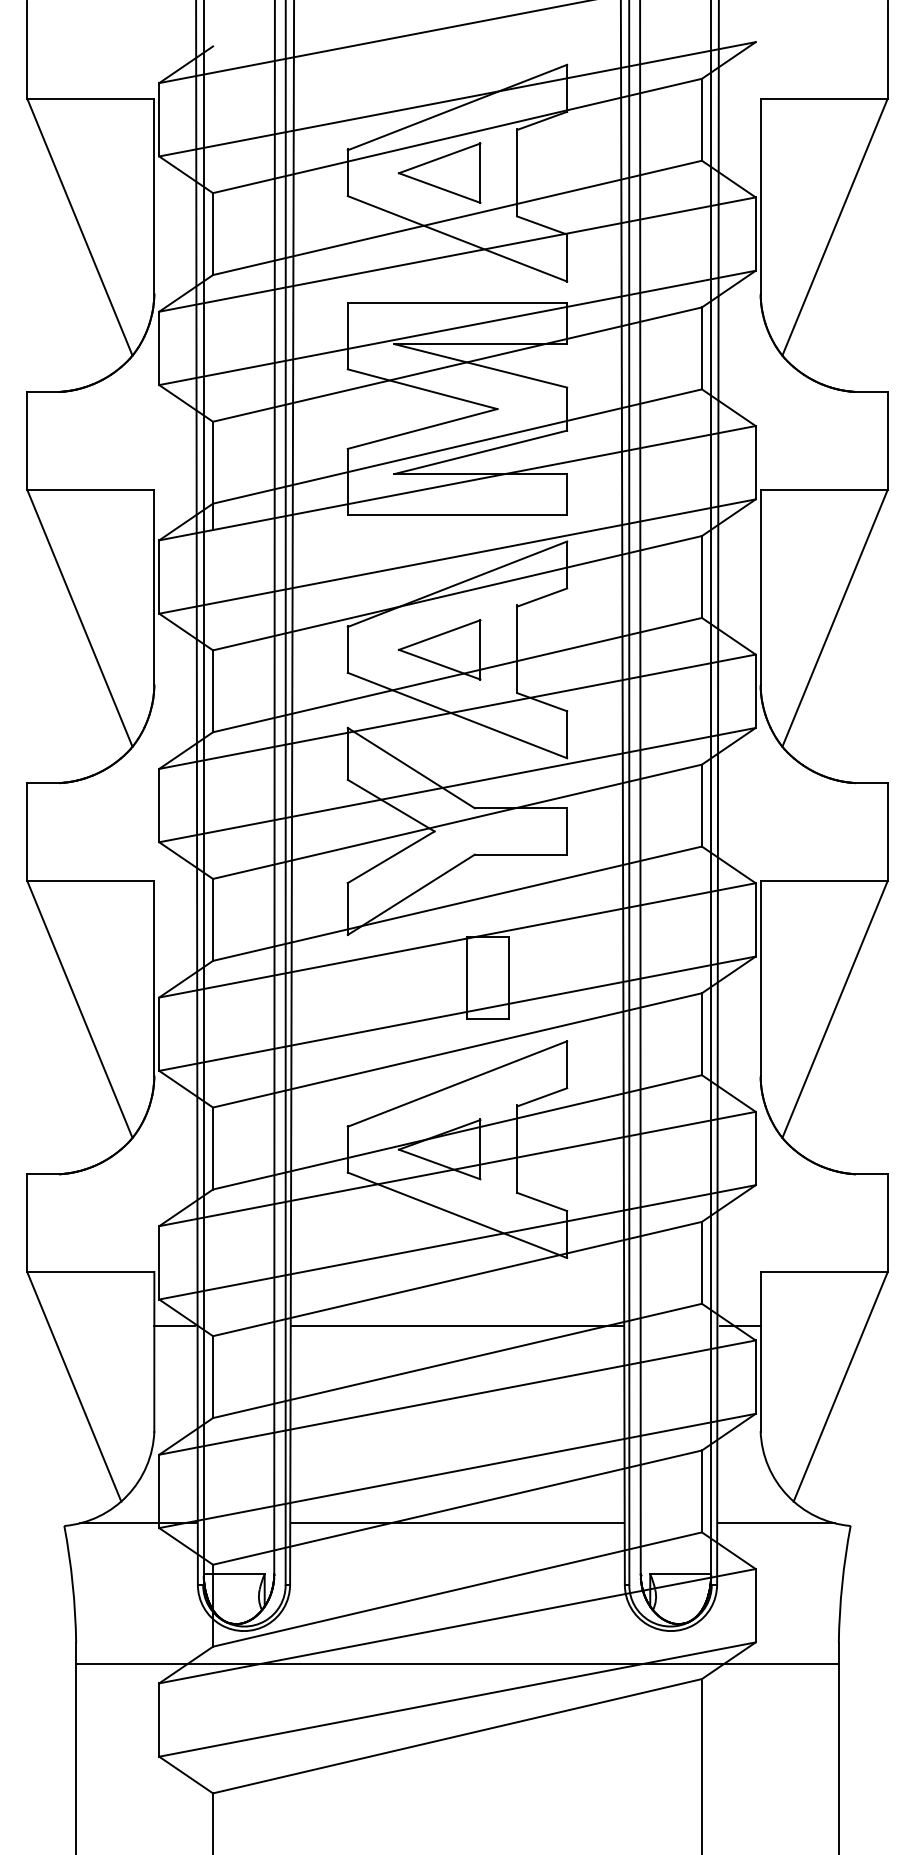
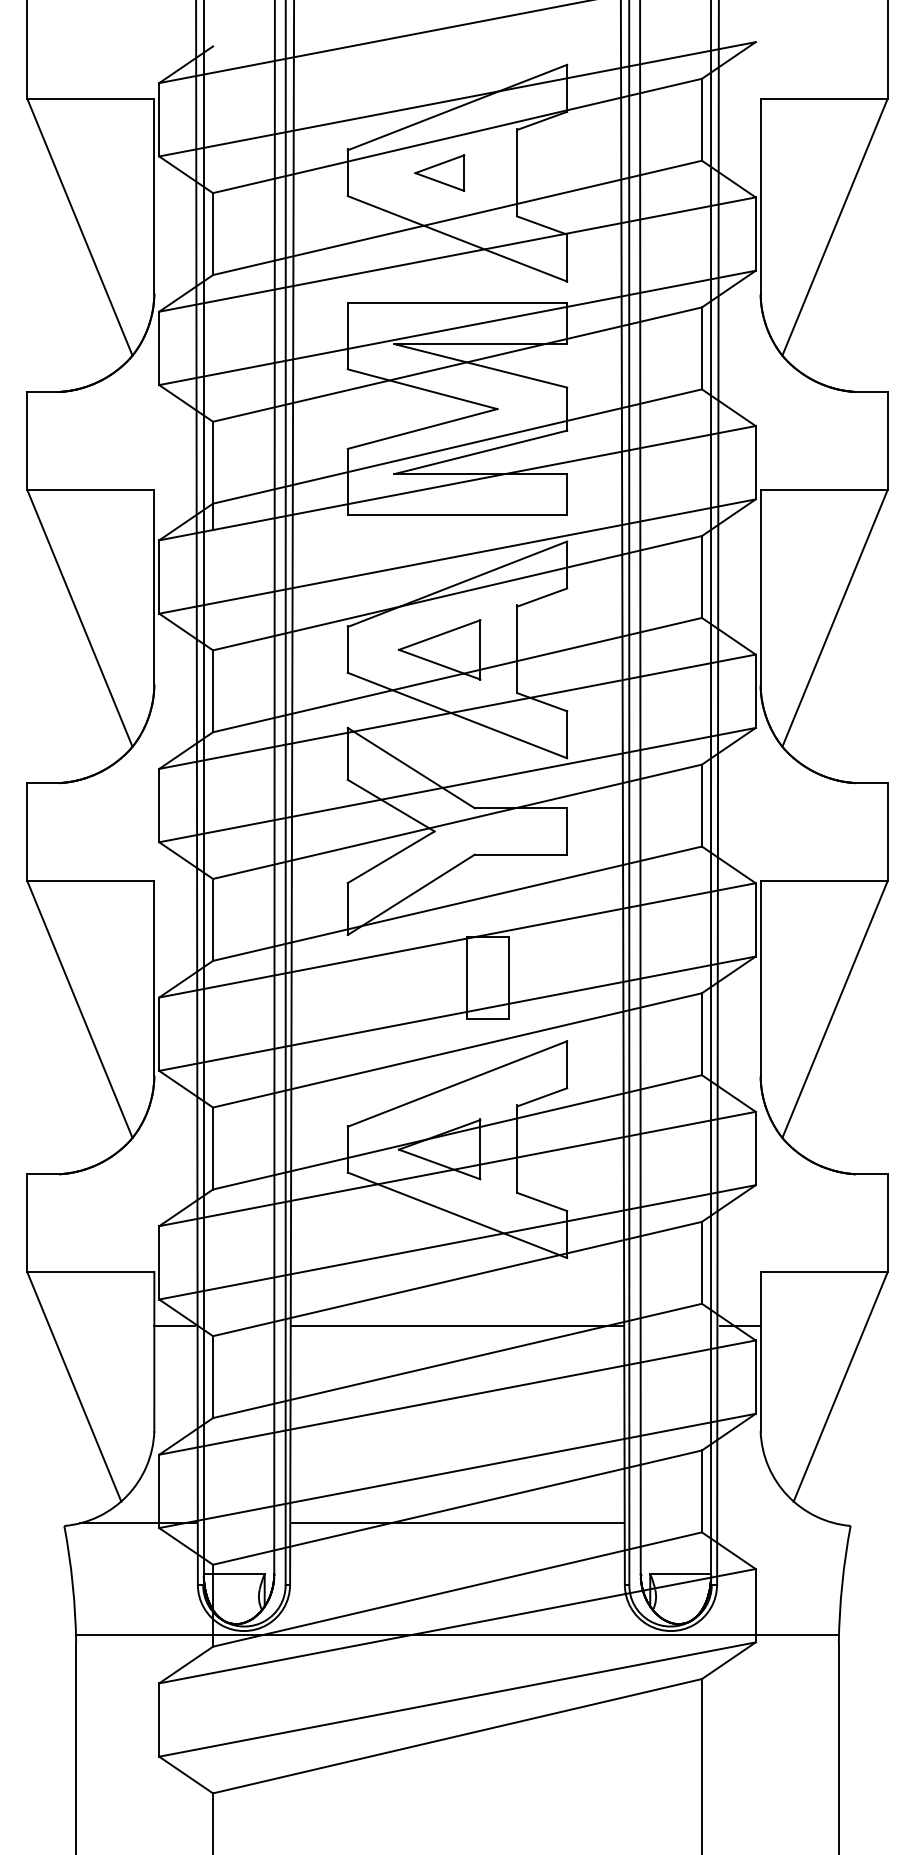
part at (439, 172) size: 84x62 px -> 52x38 px
line at (775, 1523): present -> none
line at (457, 1664) position: (457, 1664) -> (457, 1635)
